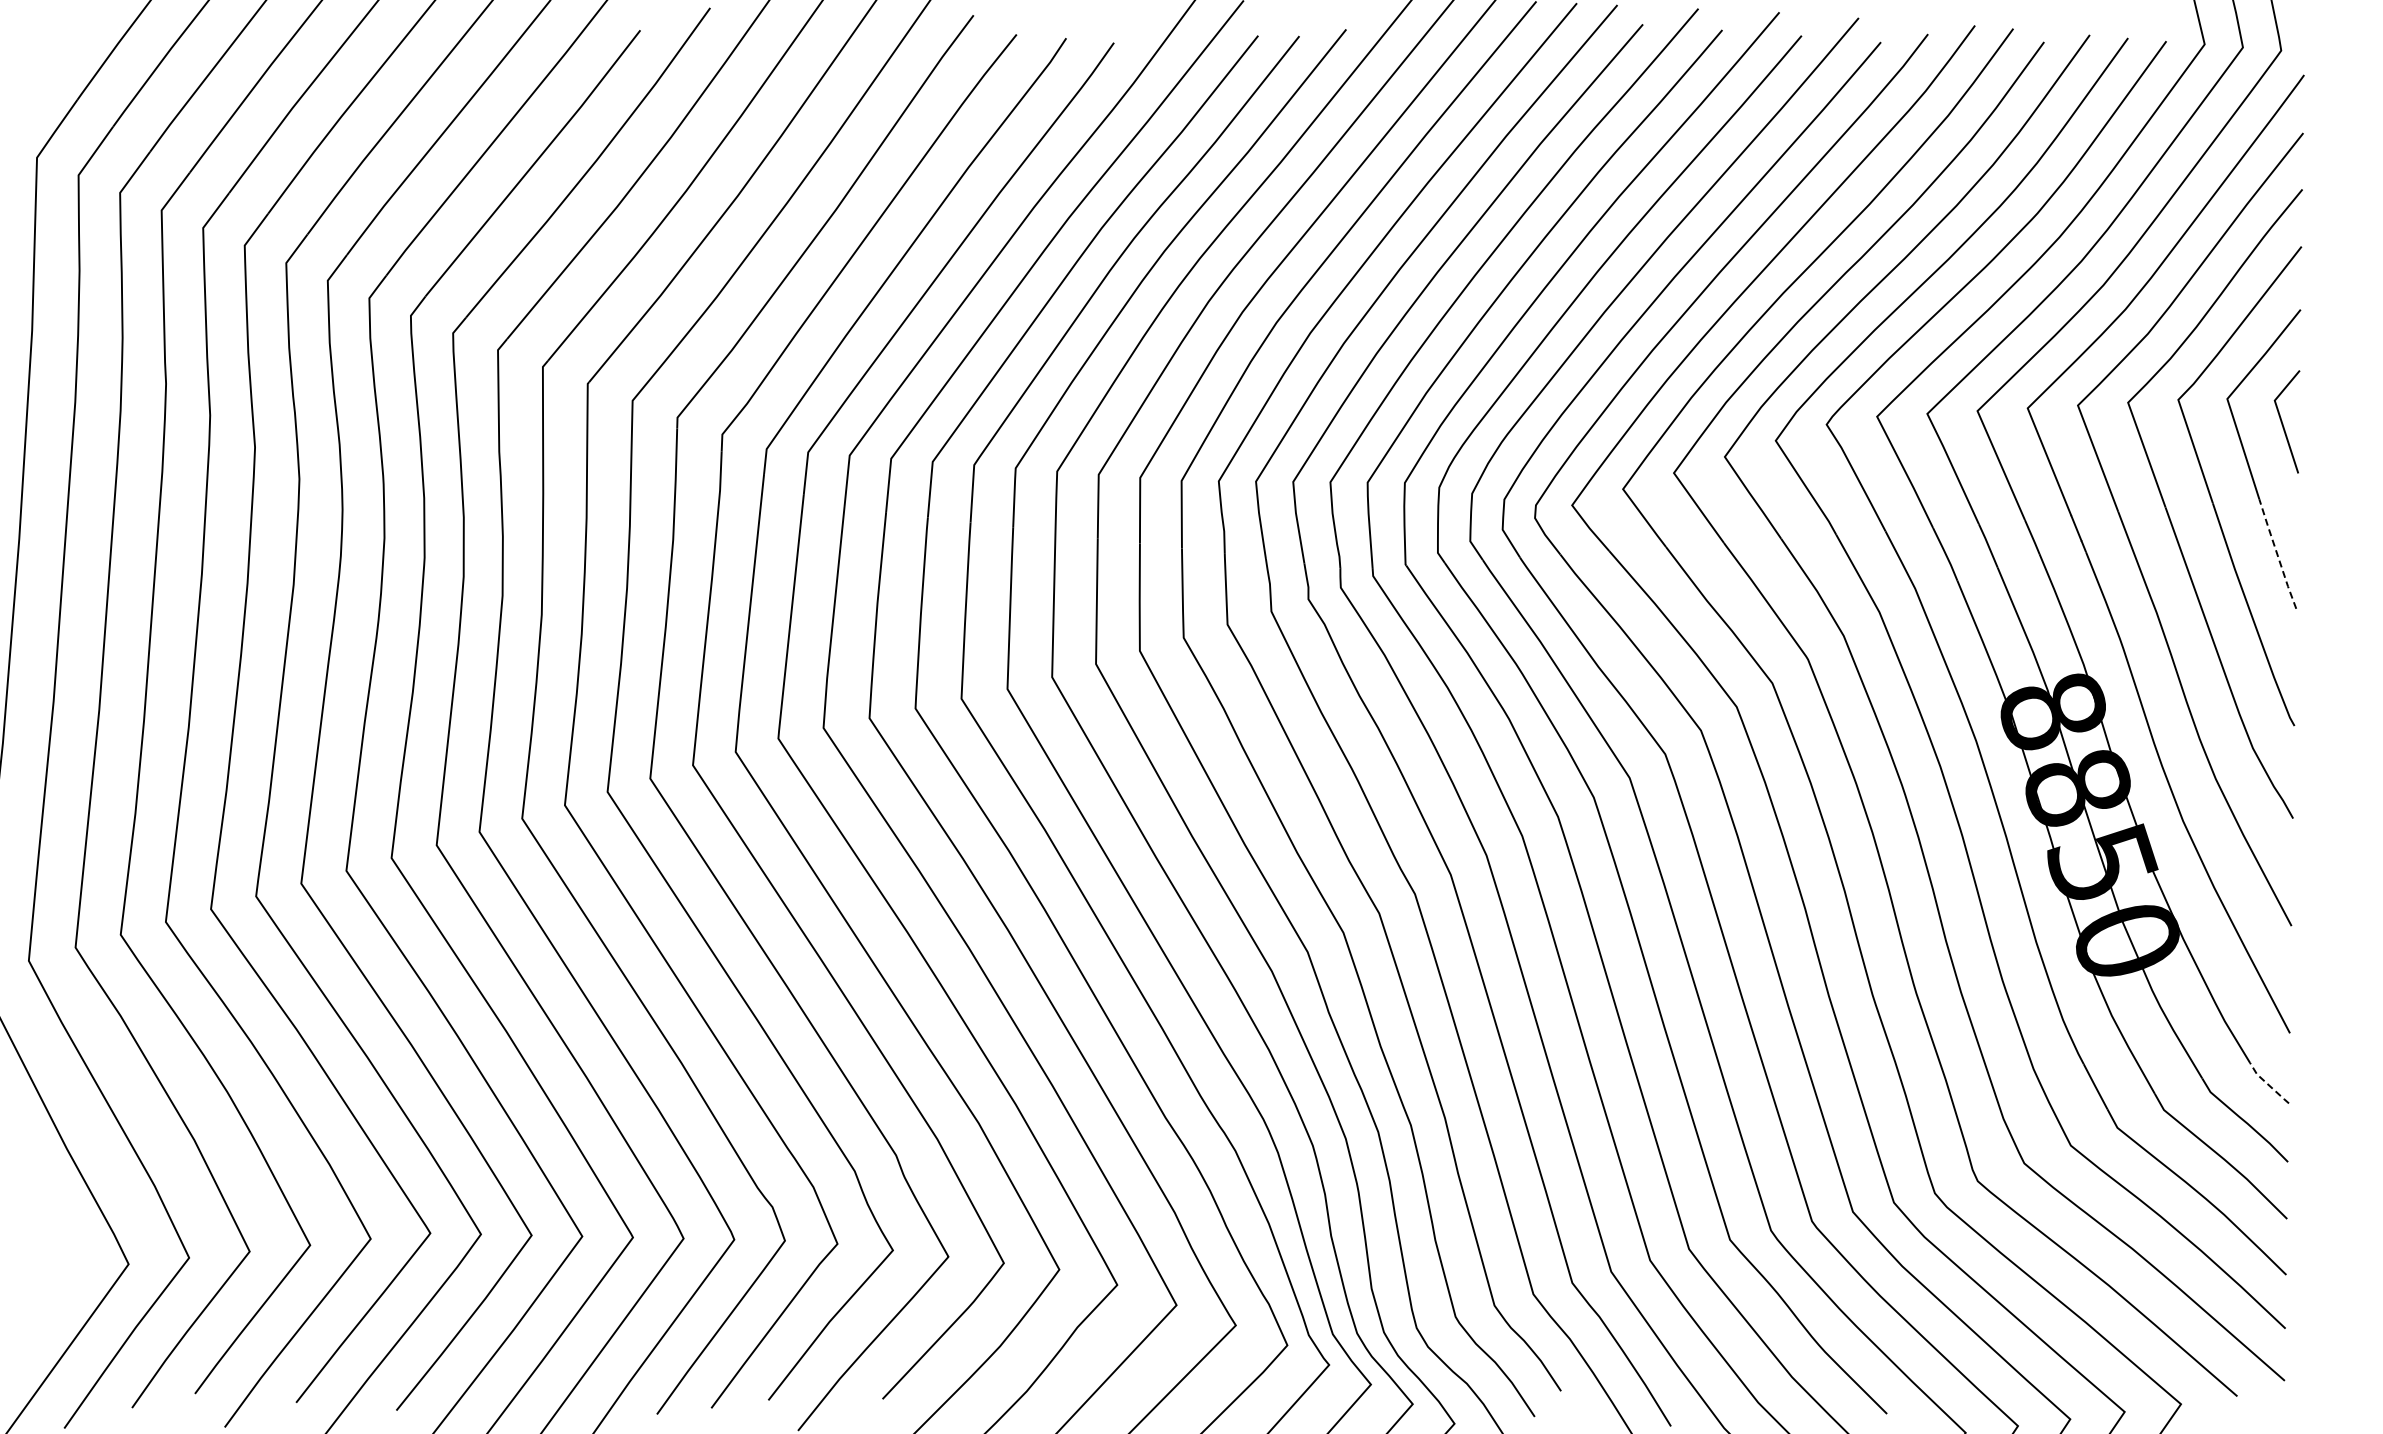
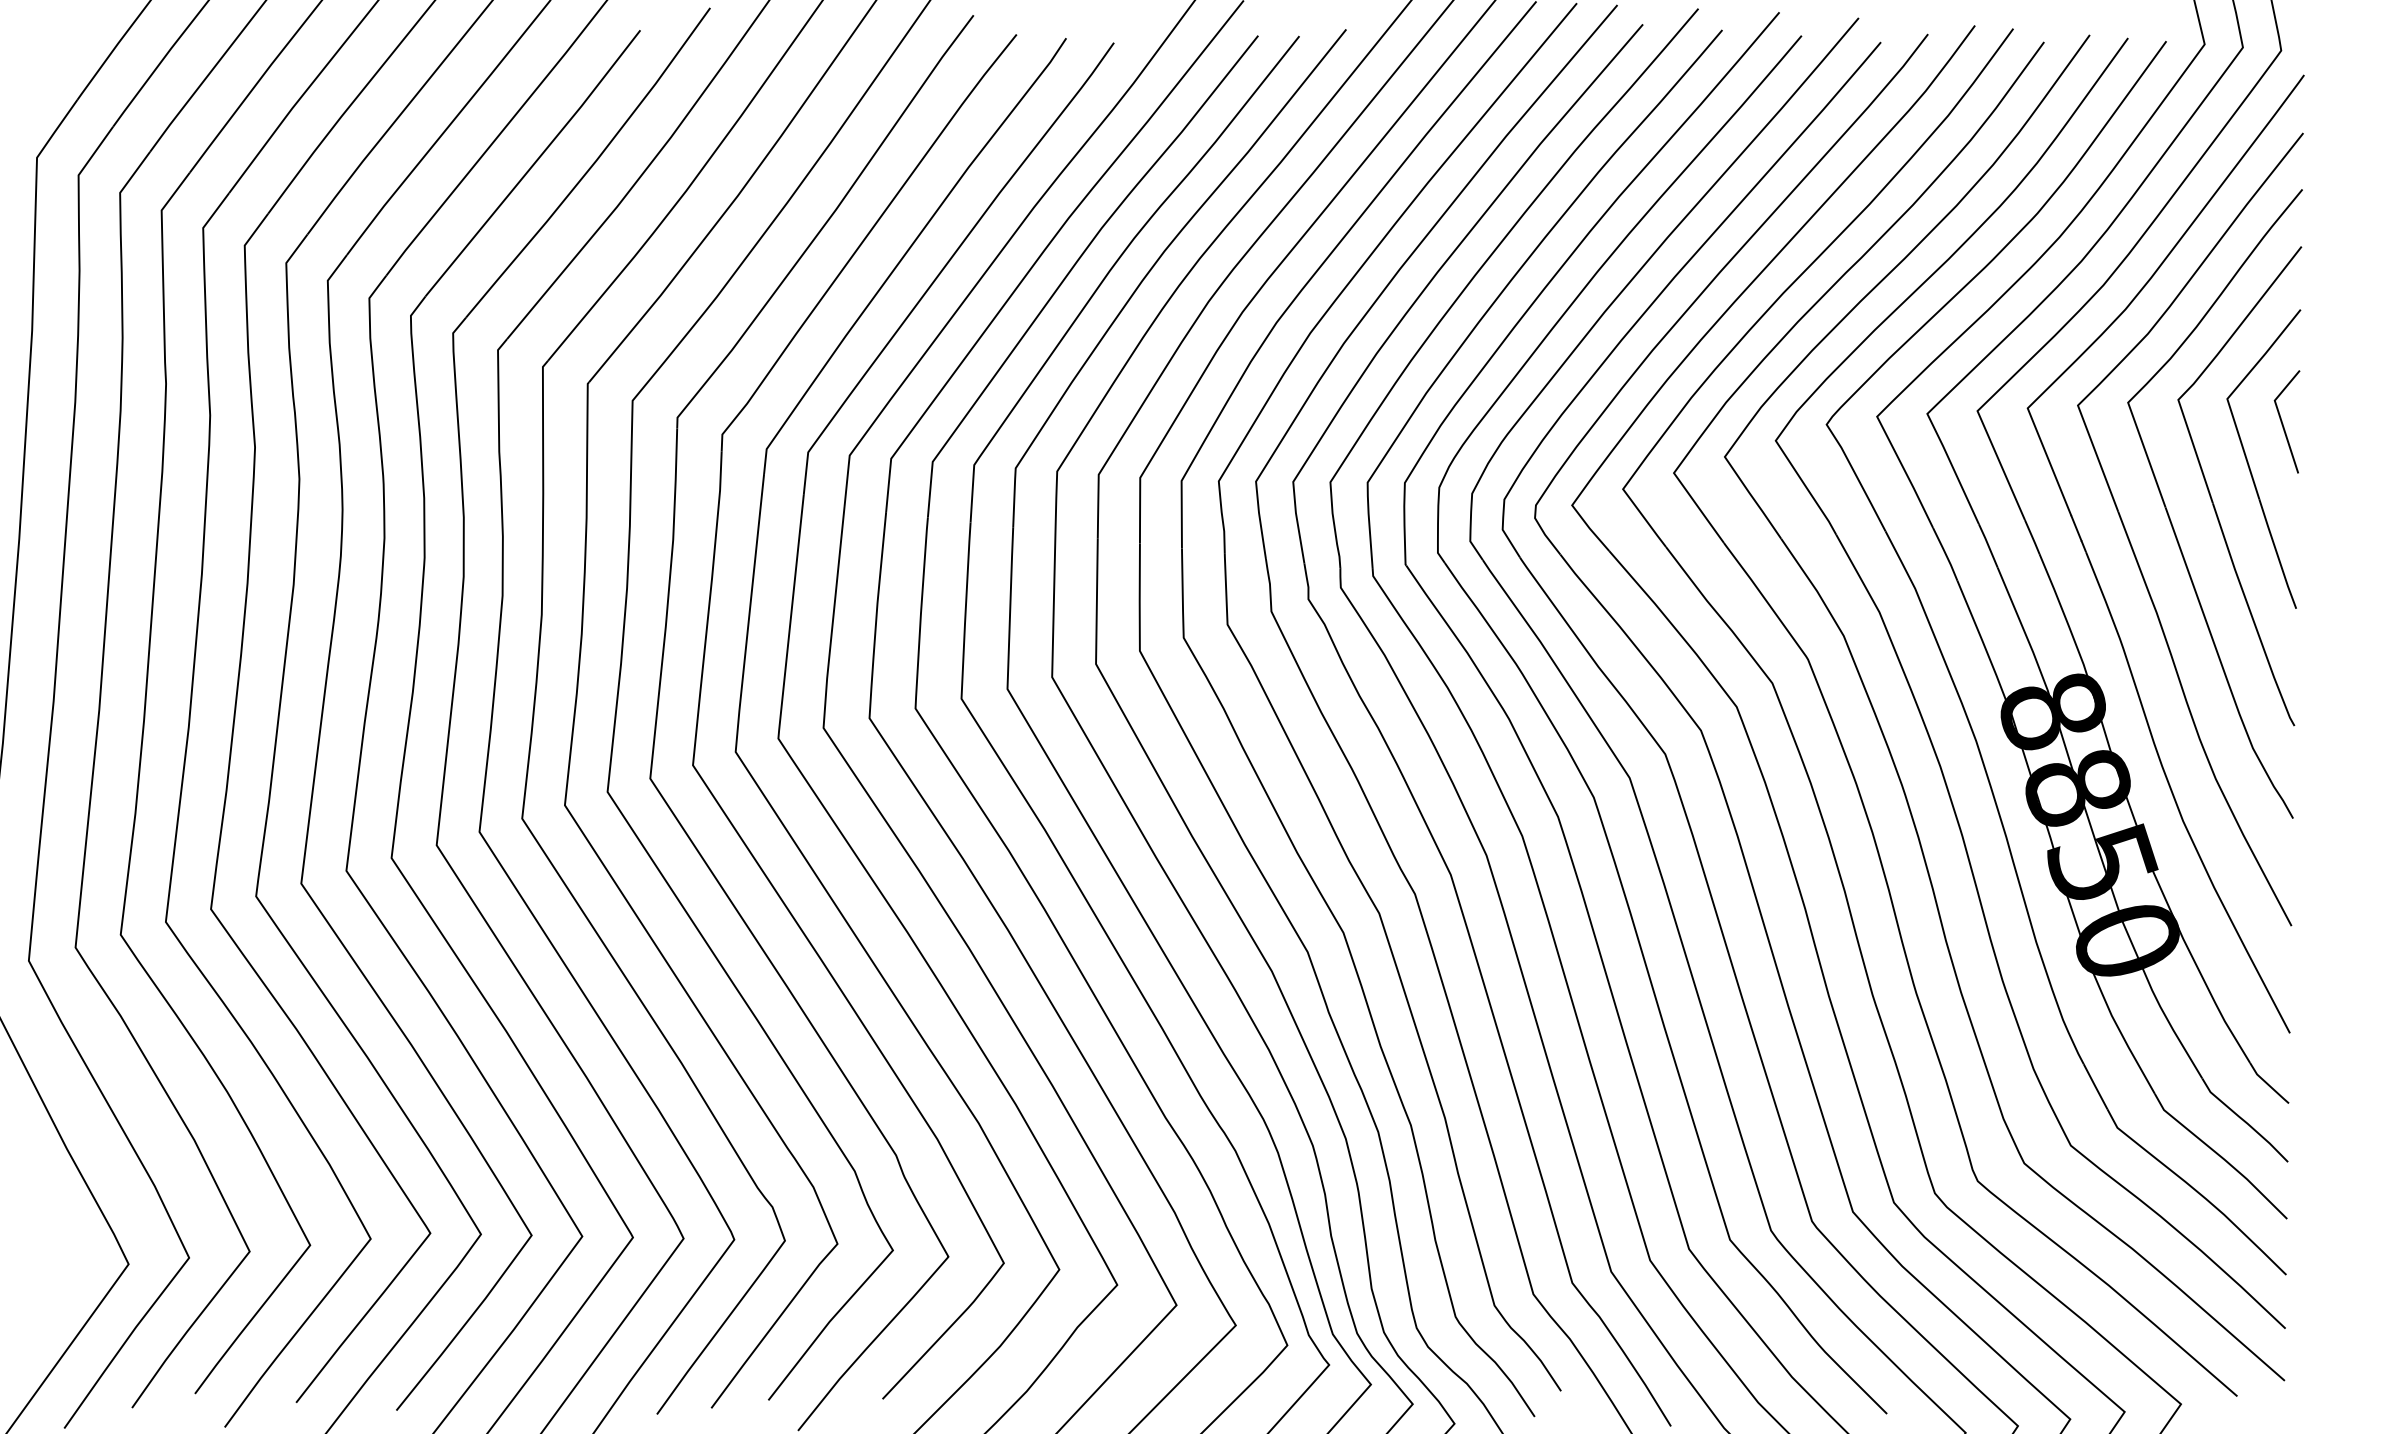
line at (2277, 553): dashed -> solid
line at (2268, 1084): dashed -> solid
